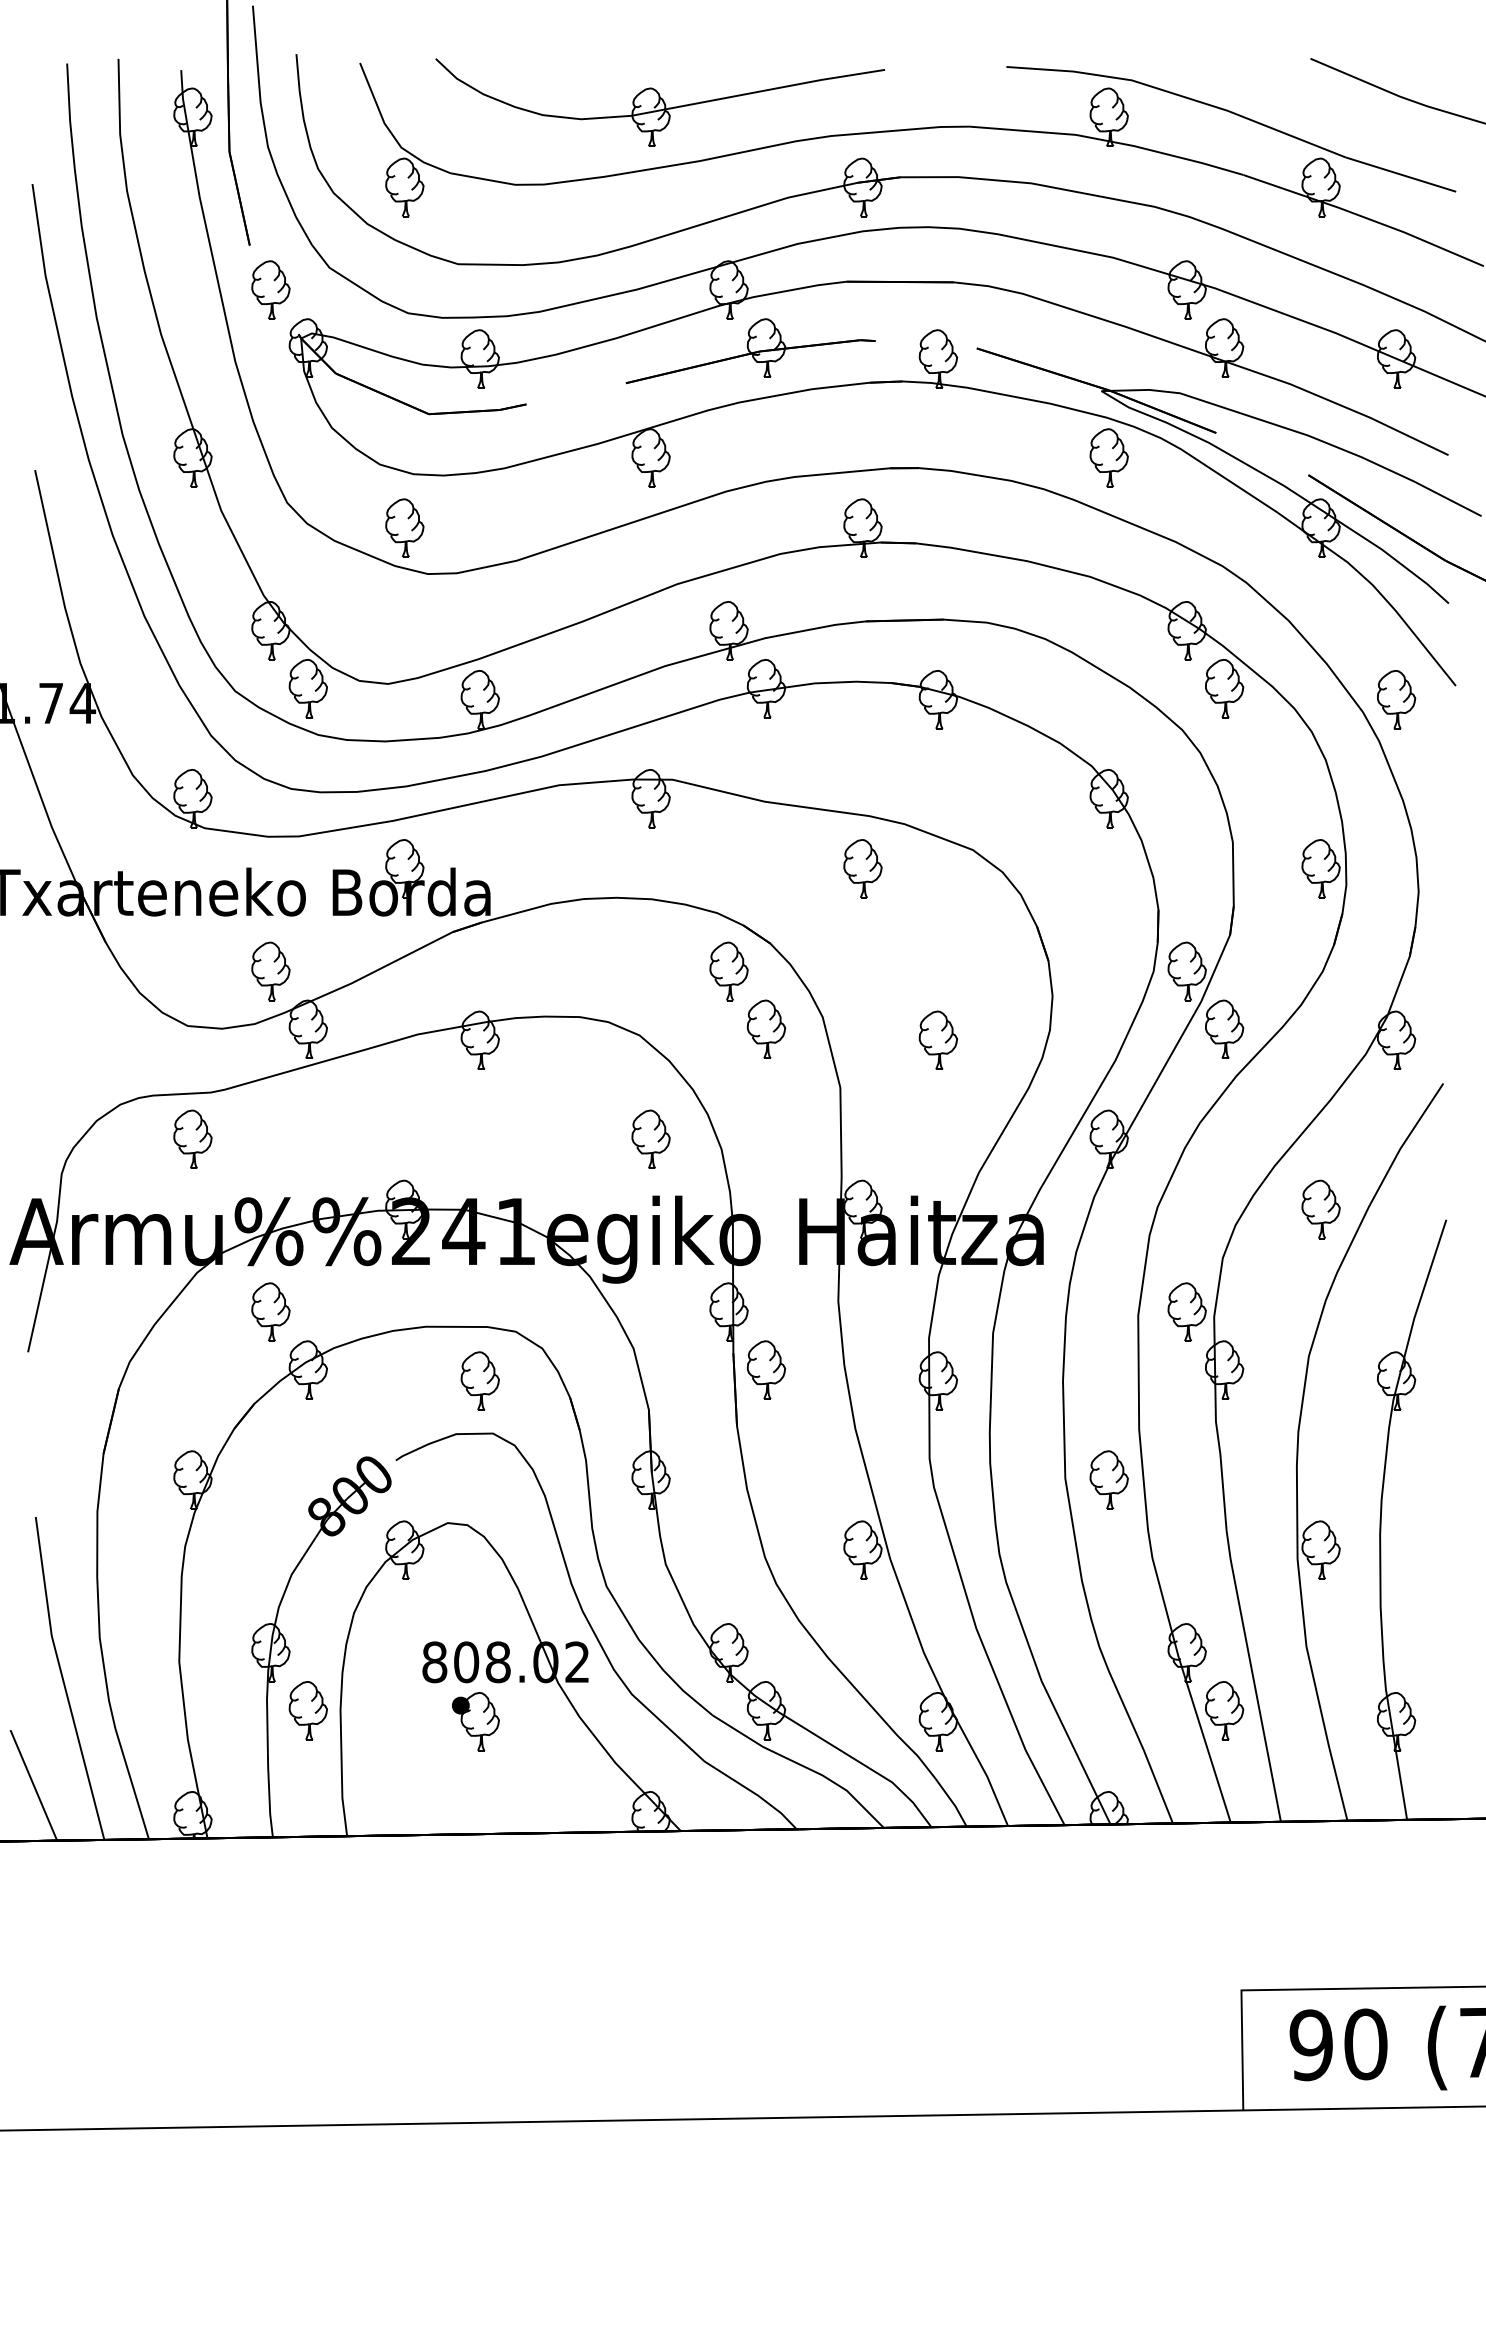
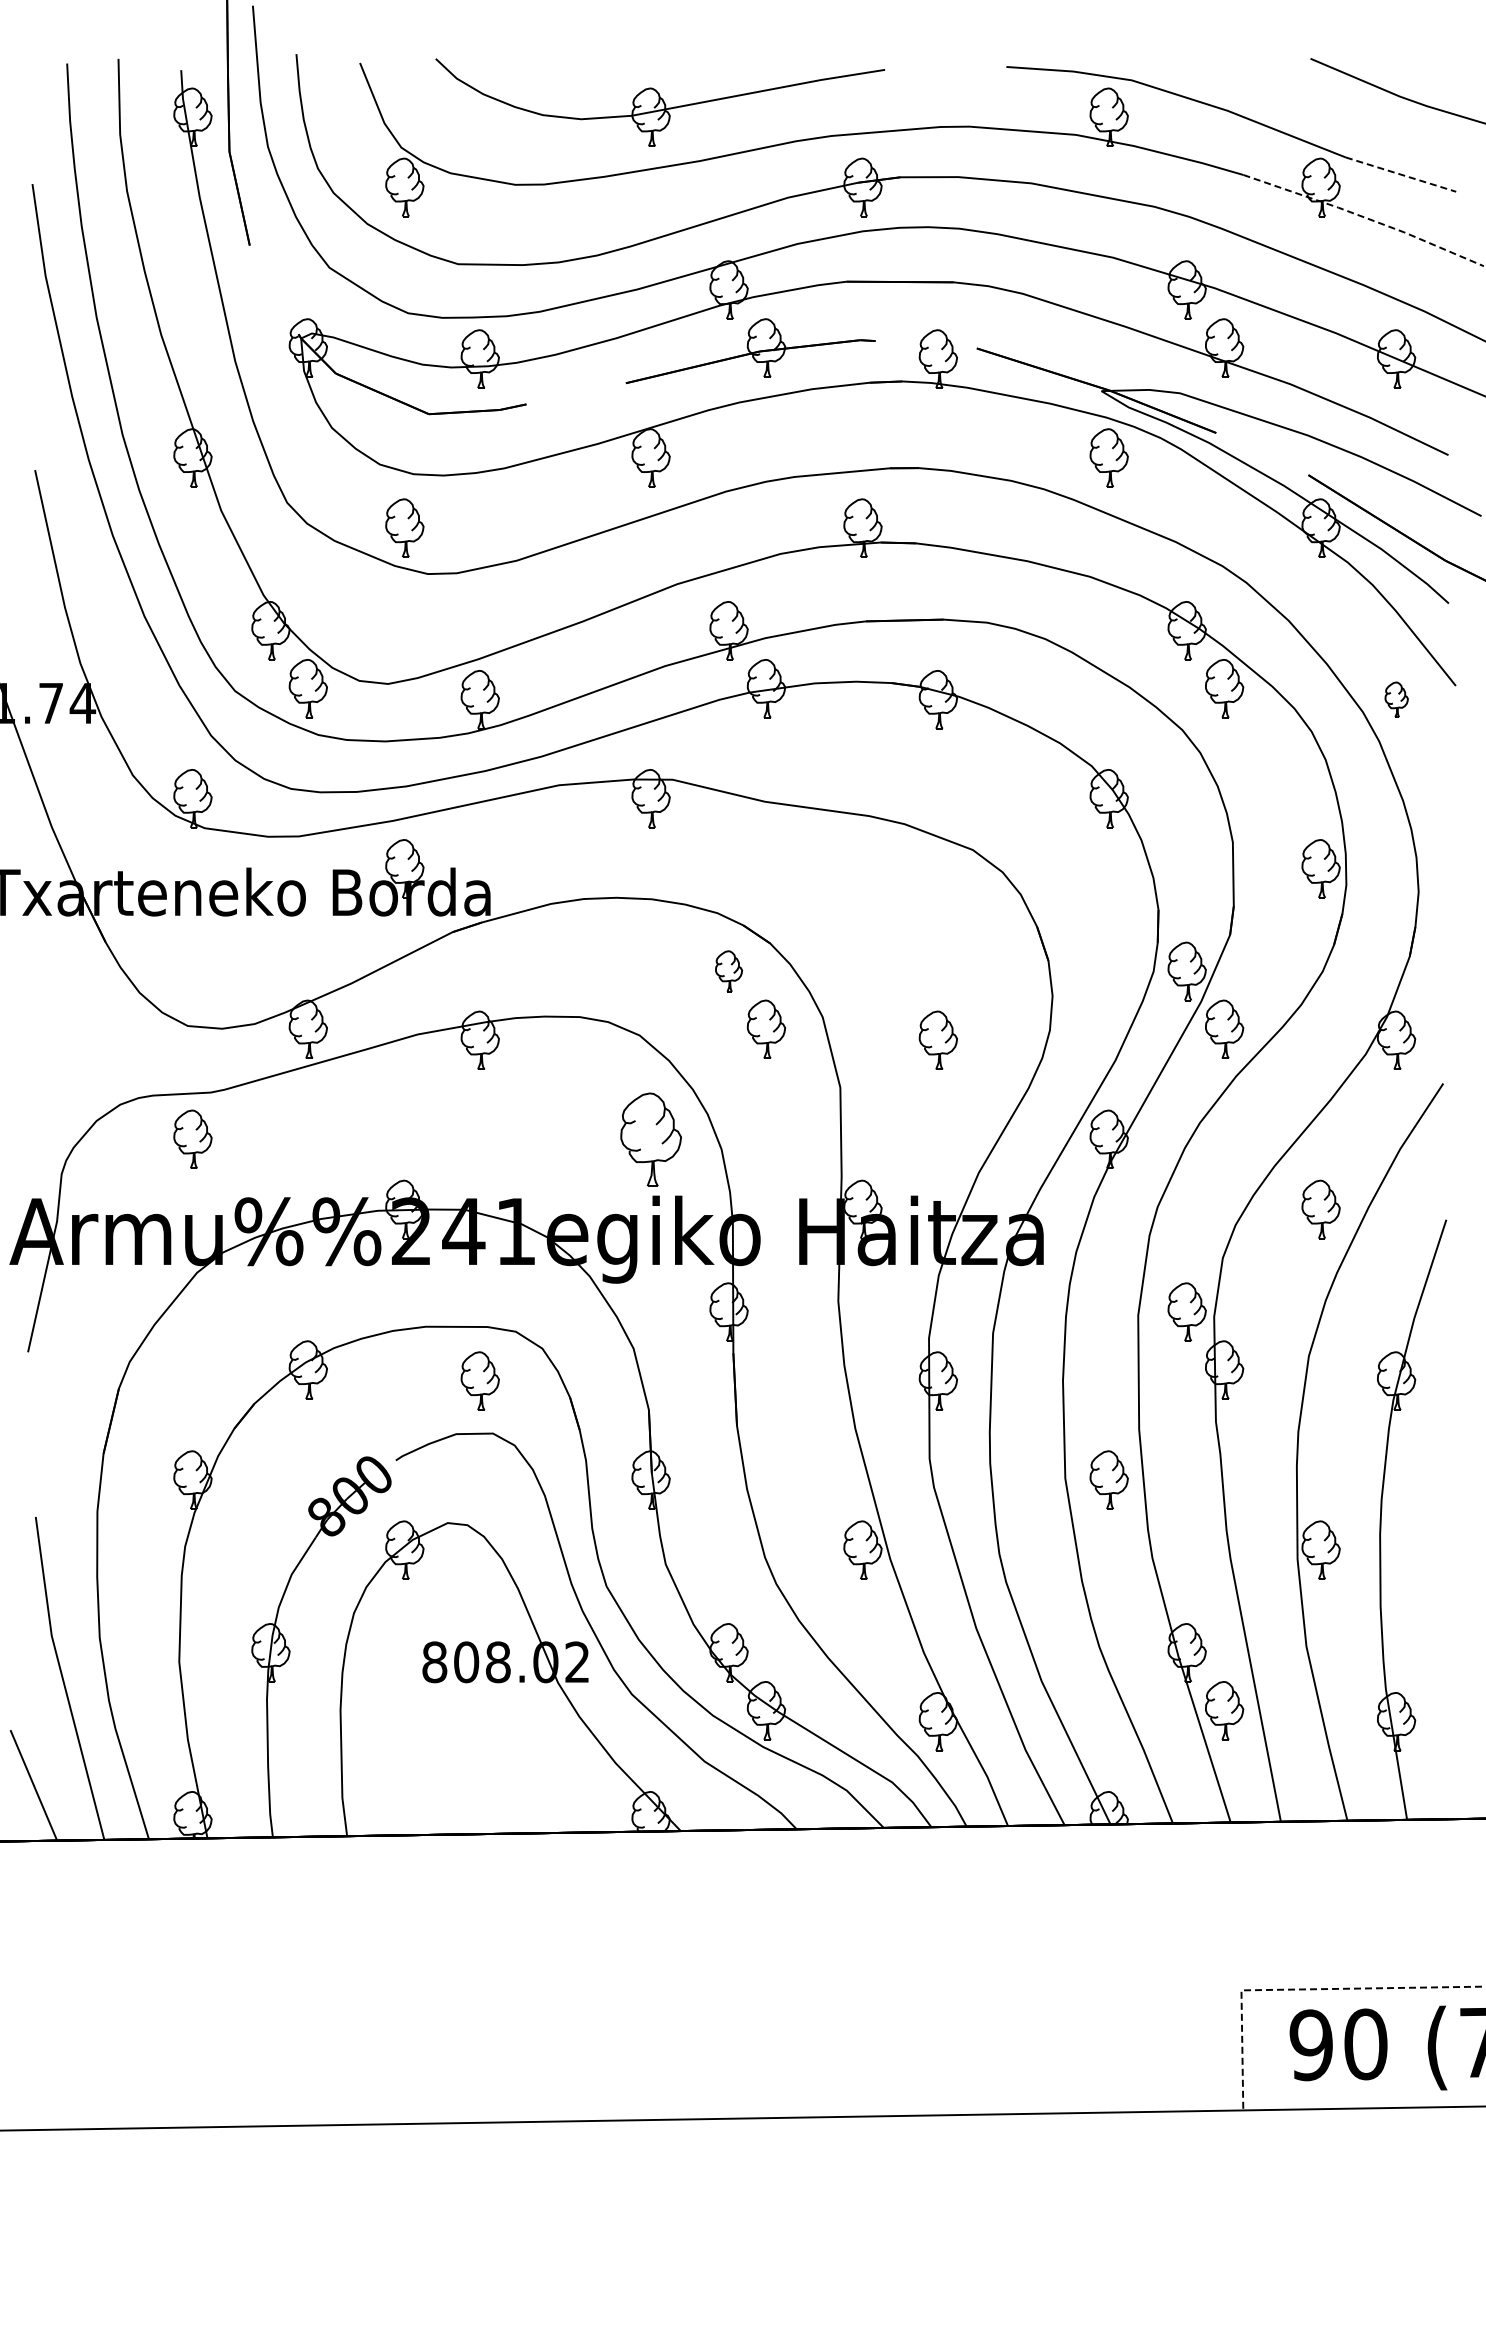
line at (1401, 174): solid -> dashed
line at (1365, 217): solid -> dashed
part at (270, 289): present -> none
part at (1396, 699) size: 40x60 px -> 25x37 px
part at (862, 868): present -> none
part at (270, 971): present -> none
part at (728, 971) size: 40x61 px -> 29x43 px
part at (650, 1138) size: 40x60 px -> 62x95 px
part at (270, 1311): present -> none
part at (766, 1369): present -> none
part at (307, 1710): present -> none
part at (475, 1721): present -> none
line at (1302, 1989): solid -> dashed
